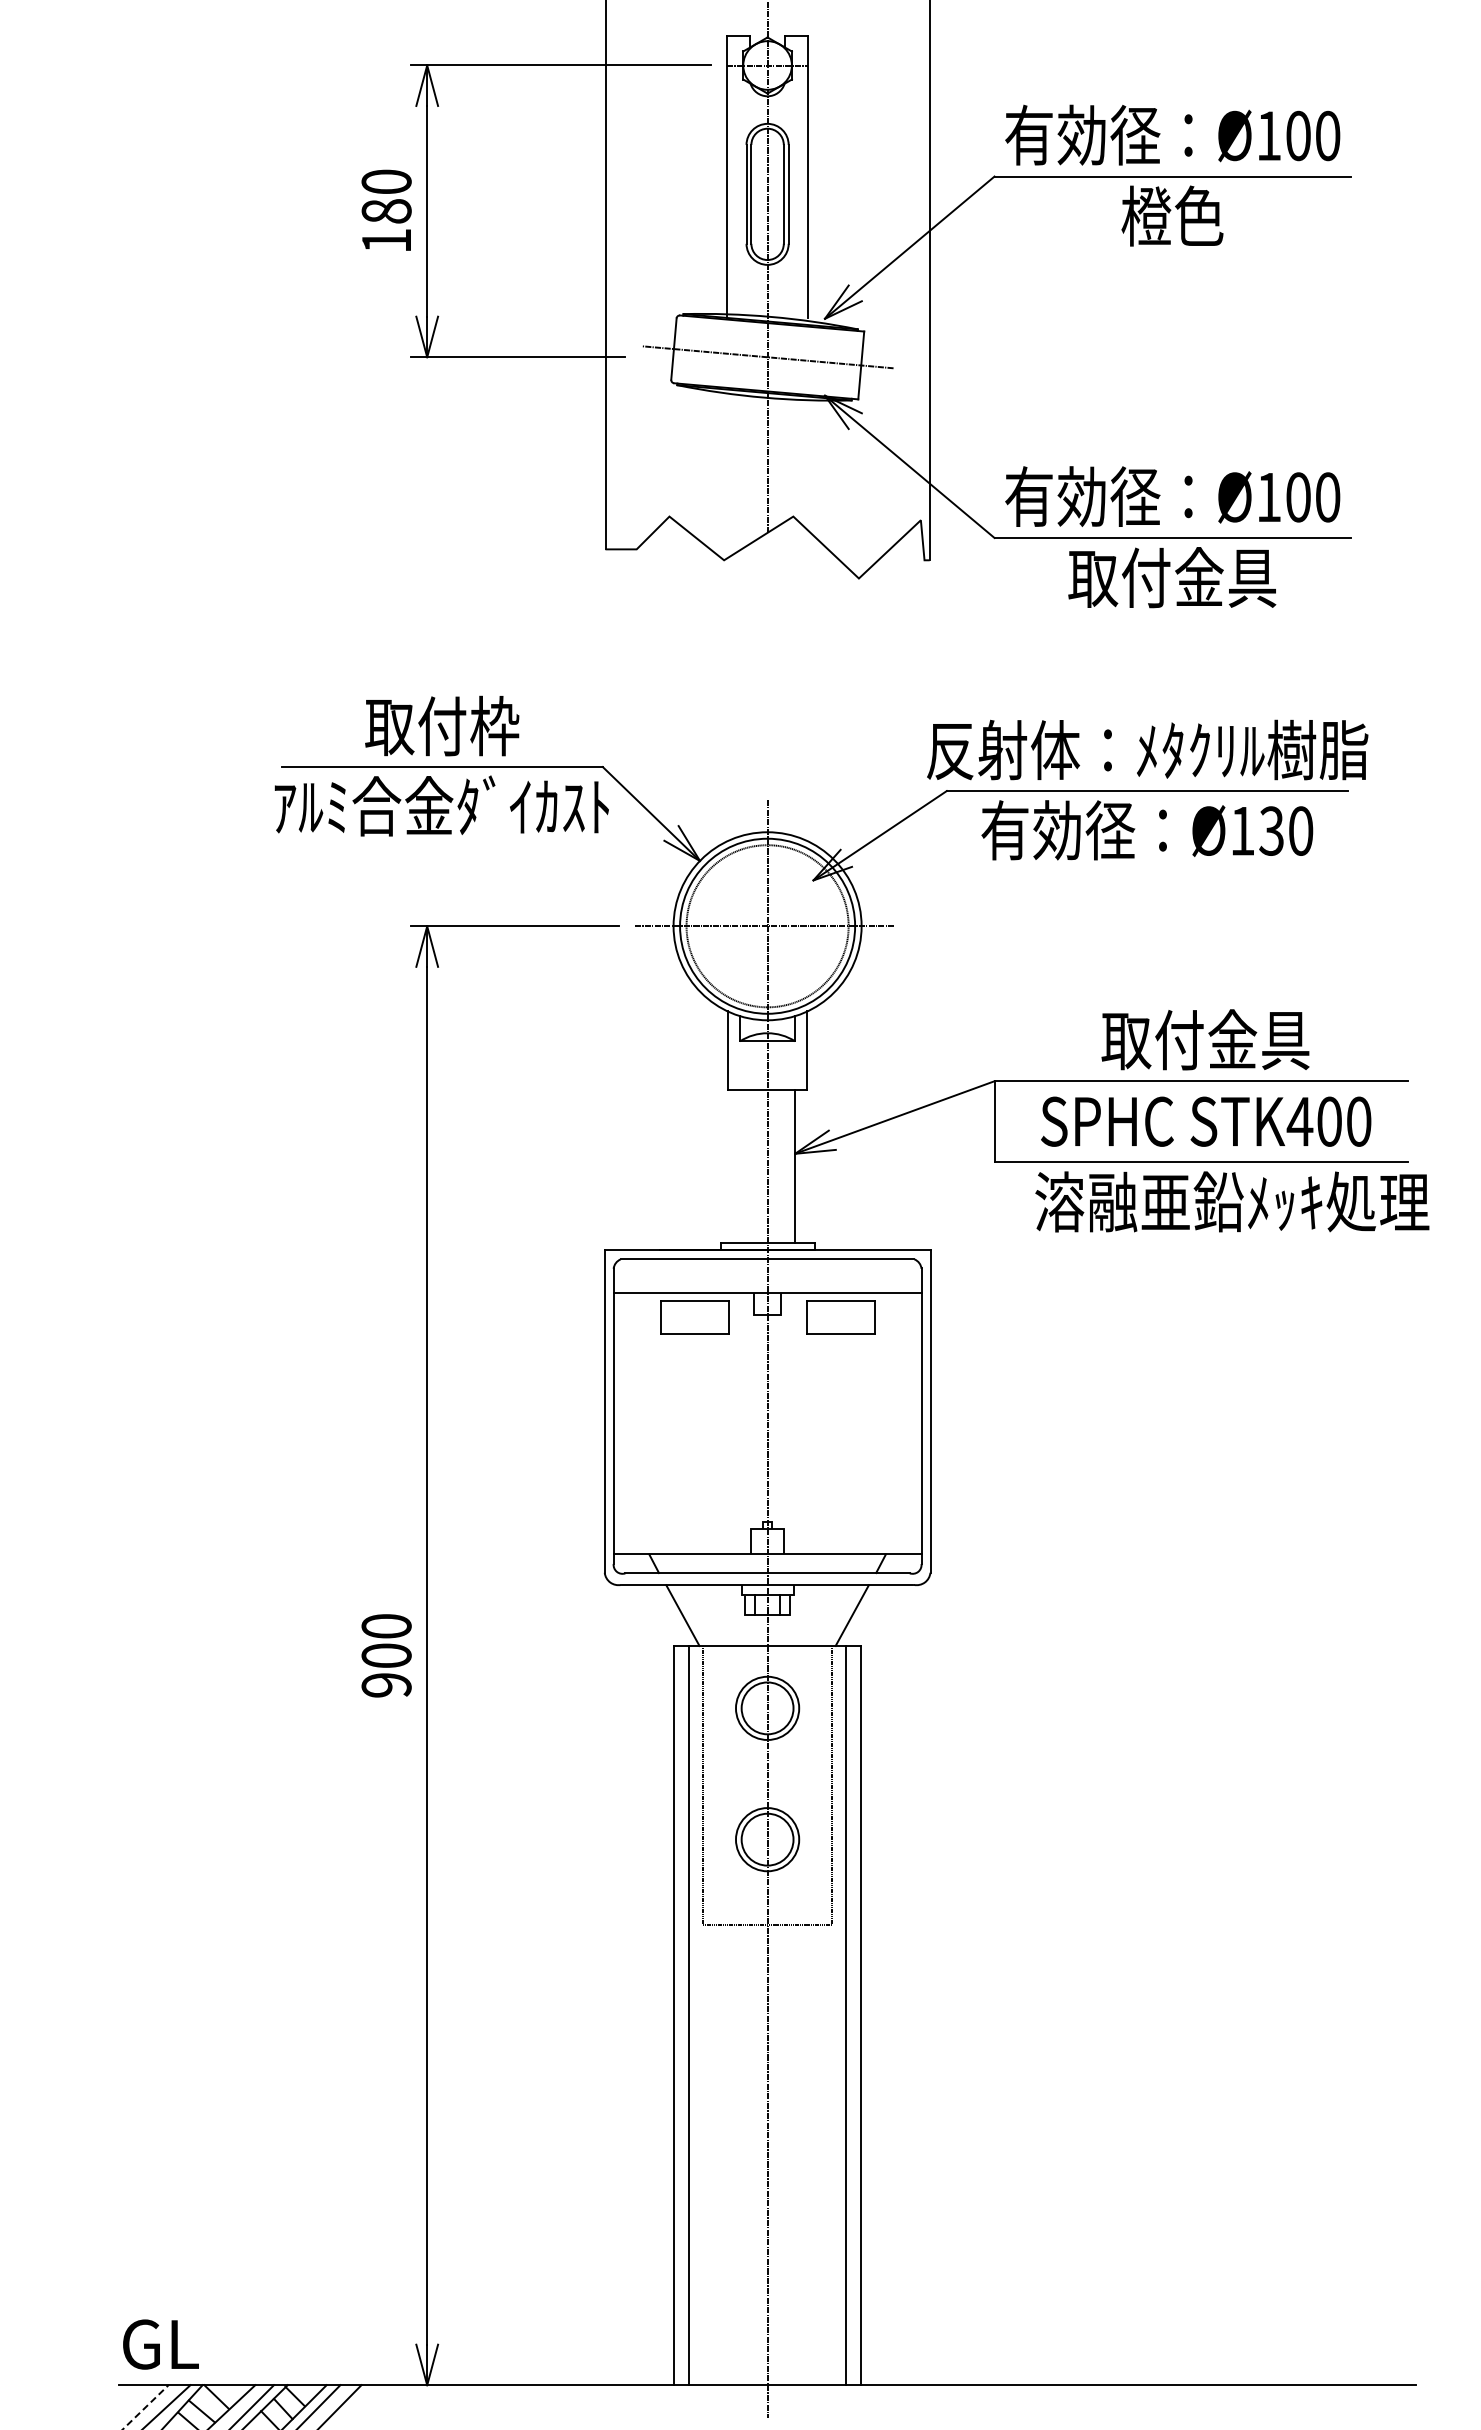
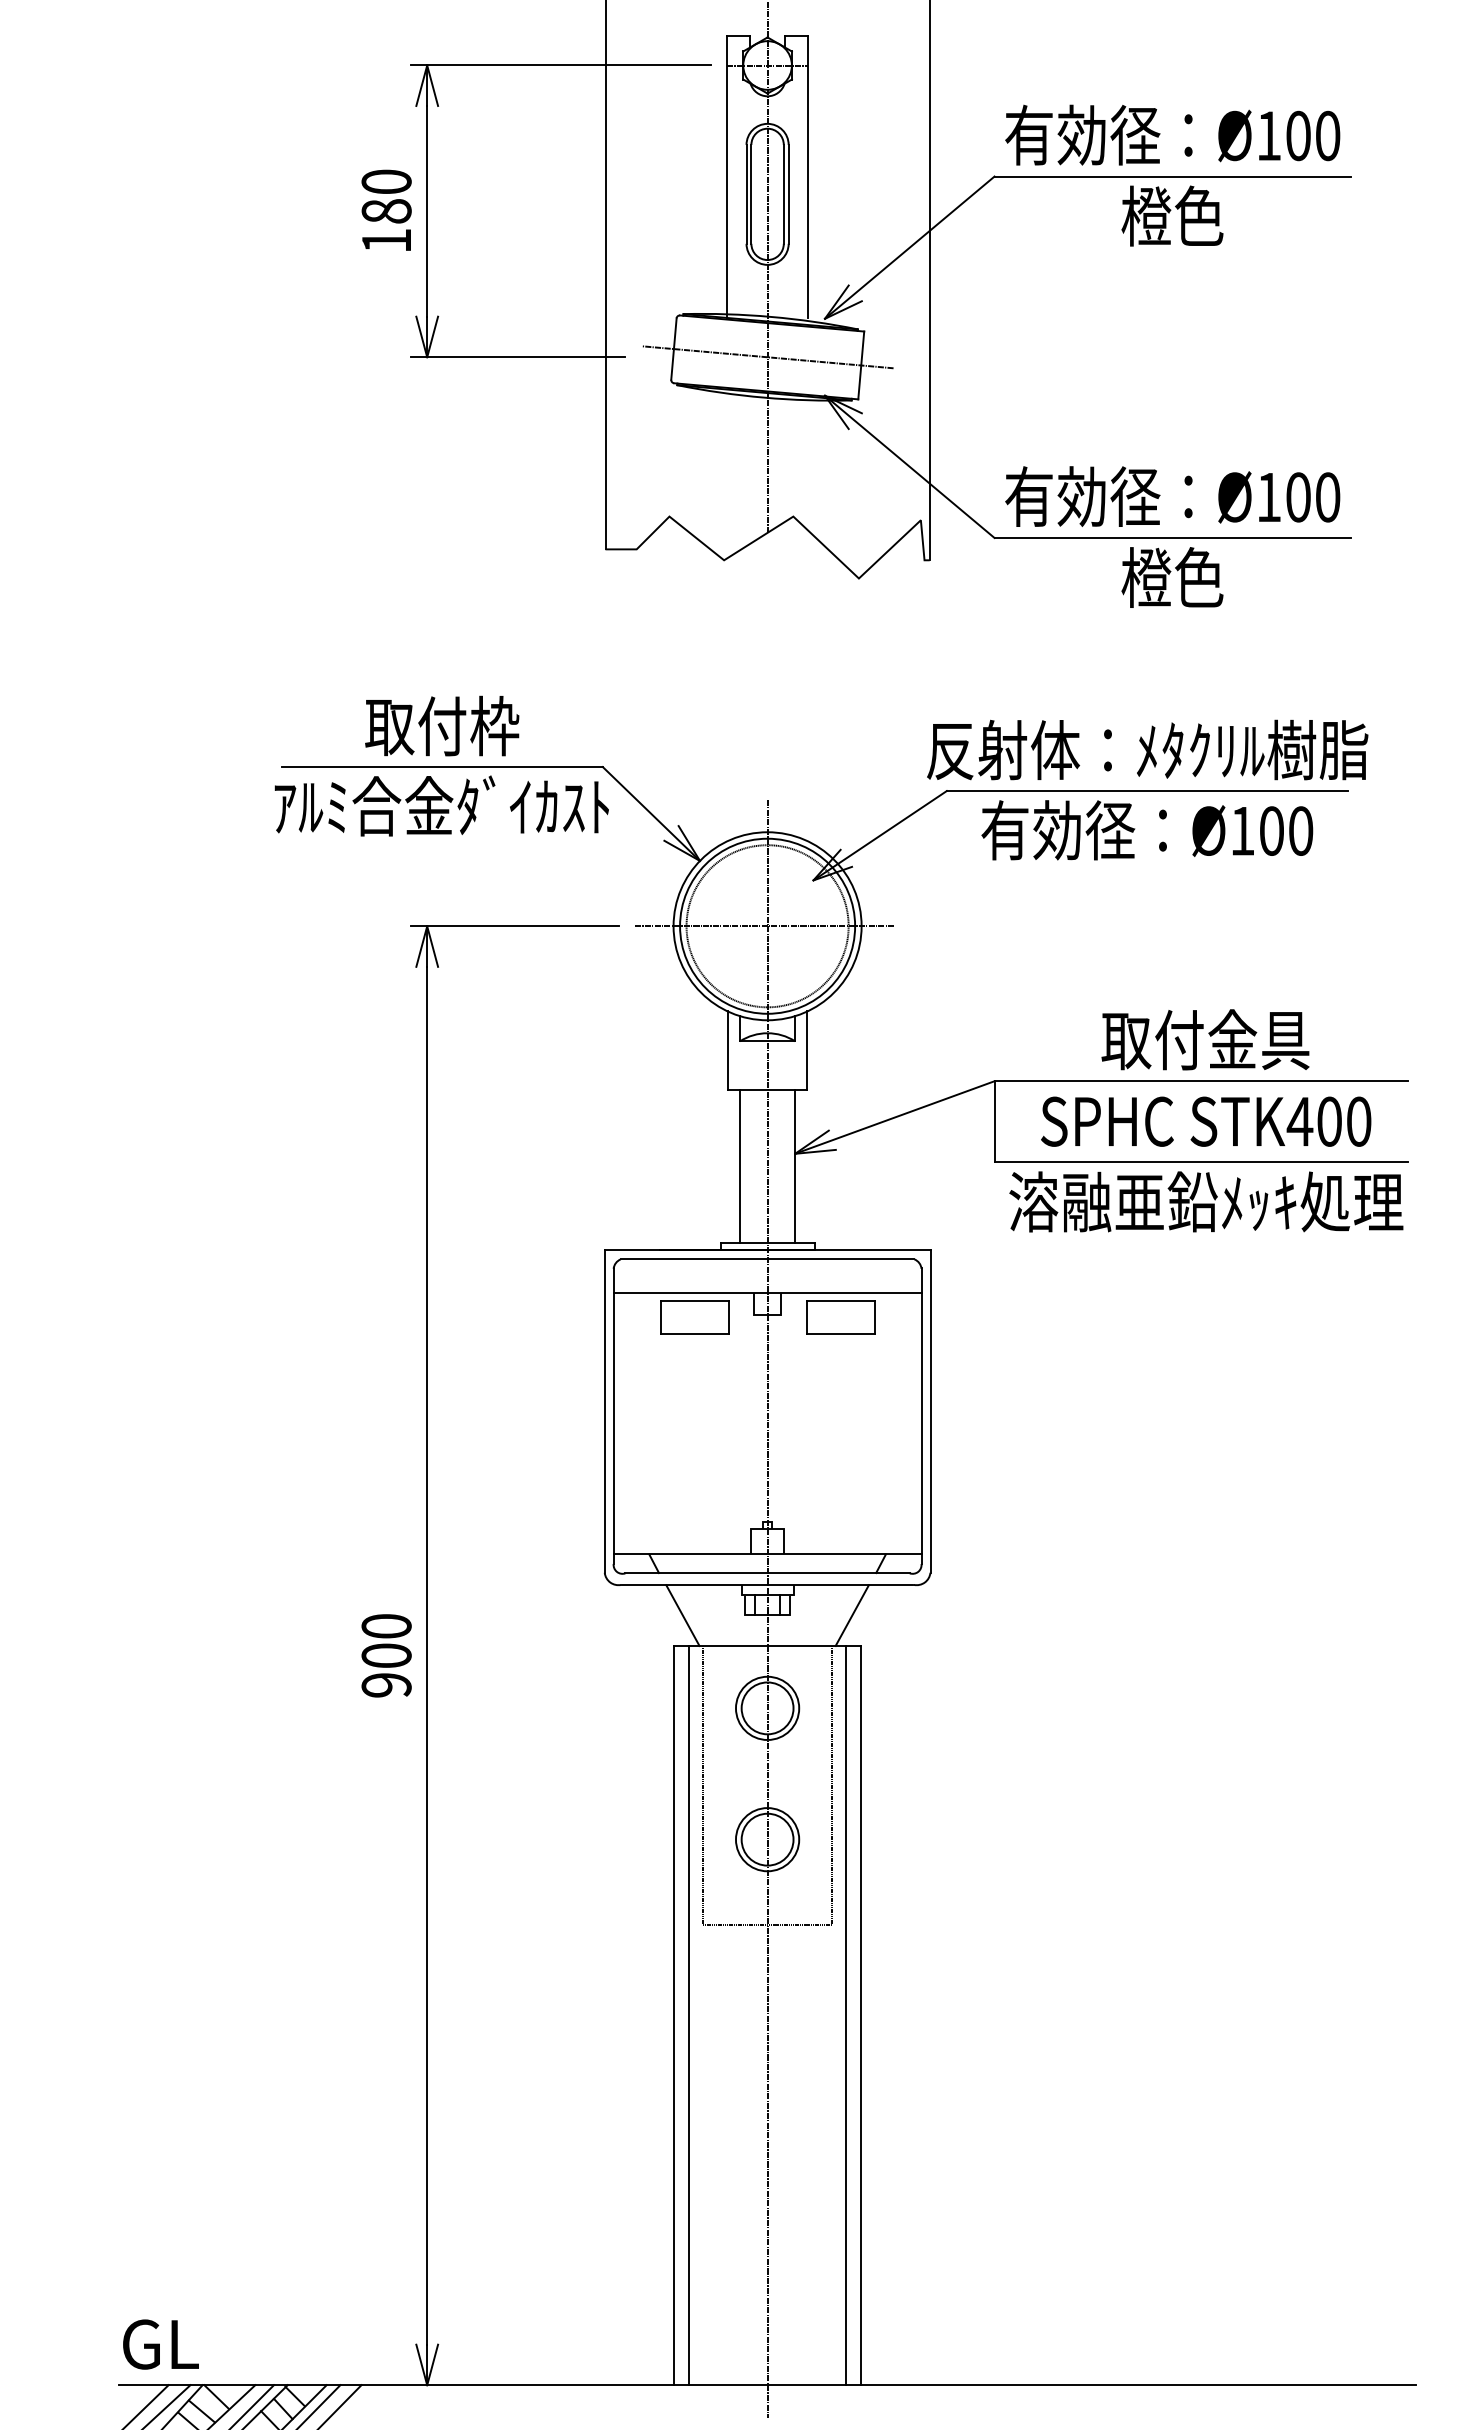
text at (1172, 577): 取付金具 -> 橙色
text at (1271, 830): Ø130 -> Ø100
line at (740, 1166): none -> present
text at (1232, 1201) position: (1232, 1201) -> (1206, 1201)
line at (145, 2407): dashed -> solid
